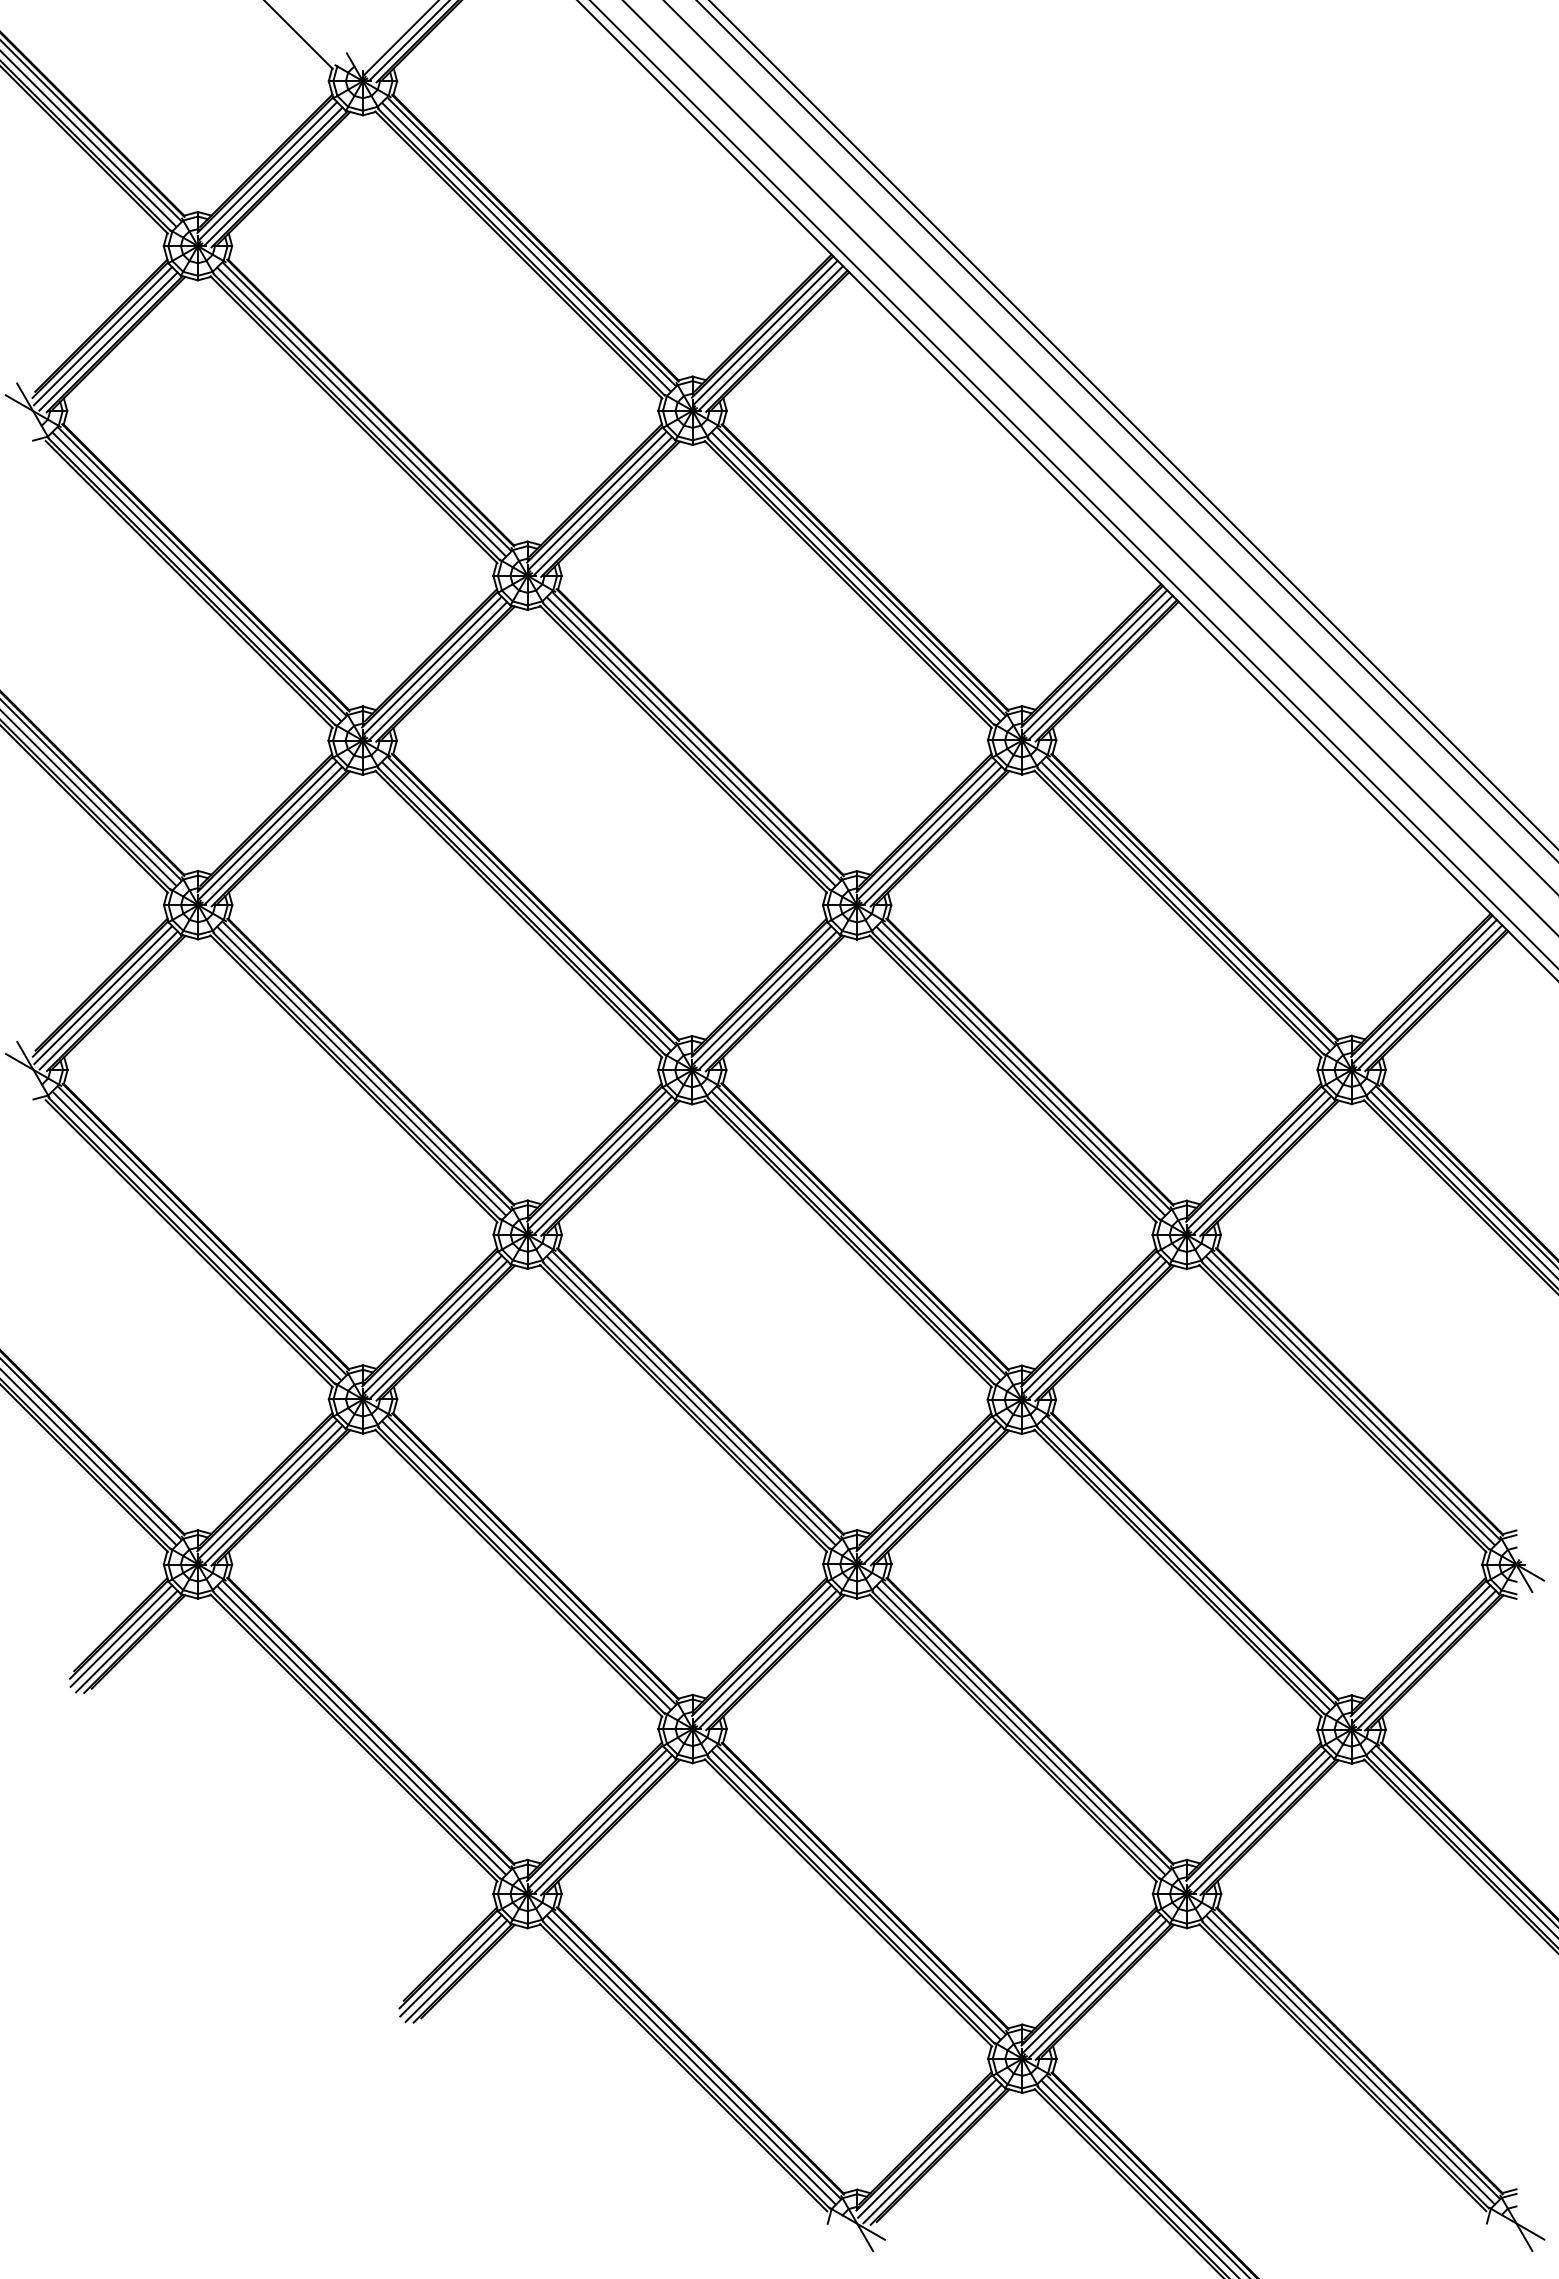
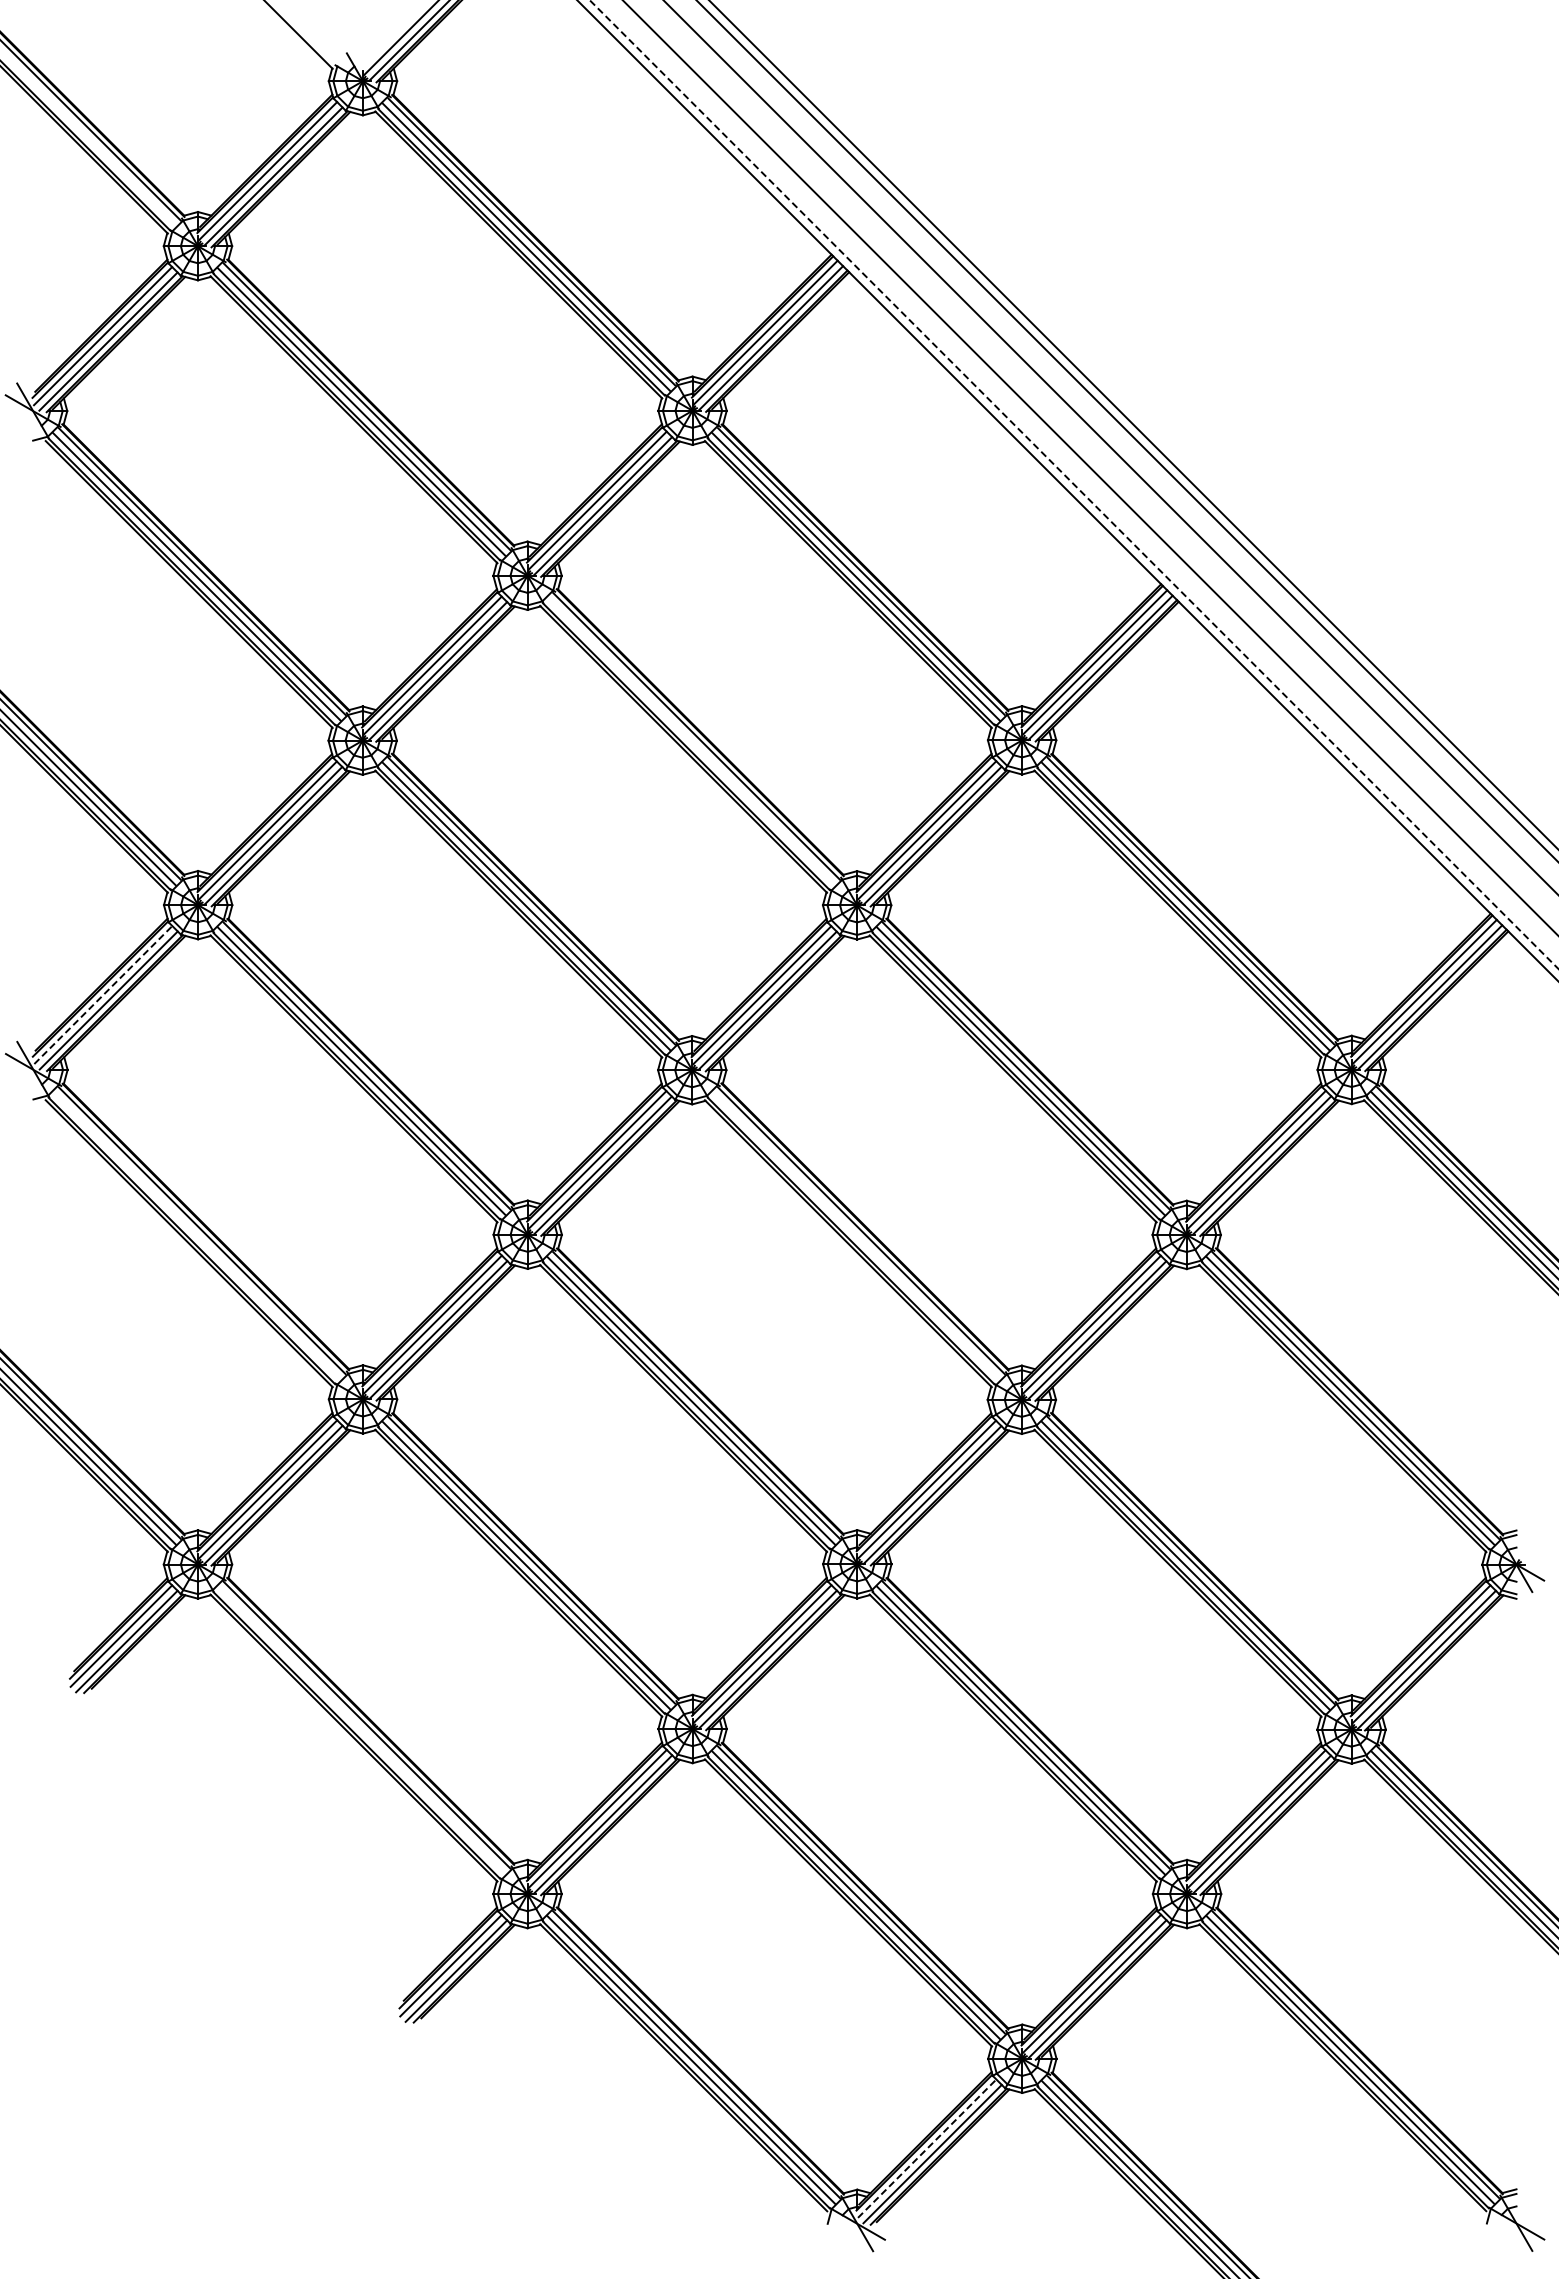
line at (88, 139): present -> none
line at (1073, 484): solid -> dashed
line at (691, 741): present -> none
line at (103, 995): solid -> dashed
line at (196, 1235): present -> none
line at (855, 1235): present -> none
line at (361, 1730): present -> none
line at (927, 2148): solid -> dashed
